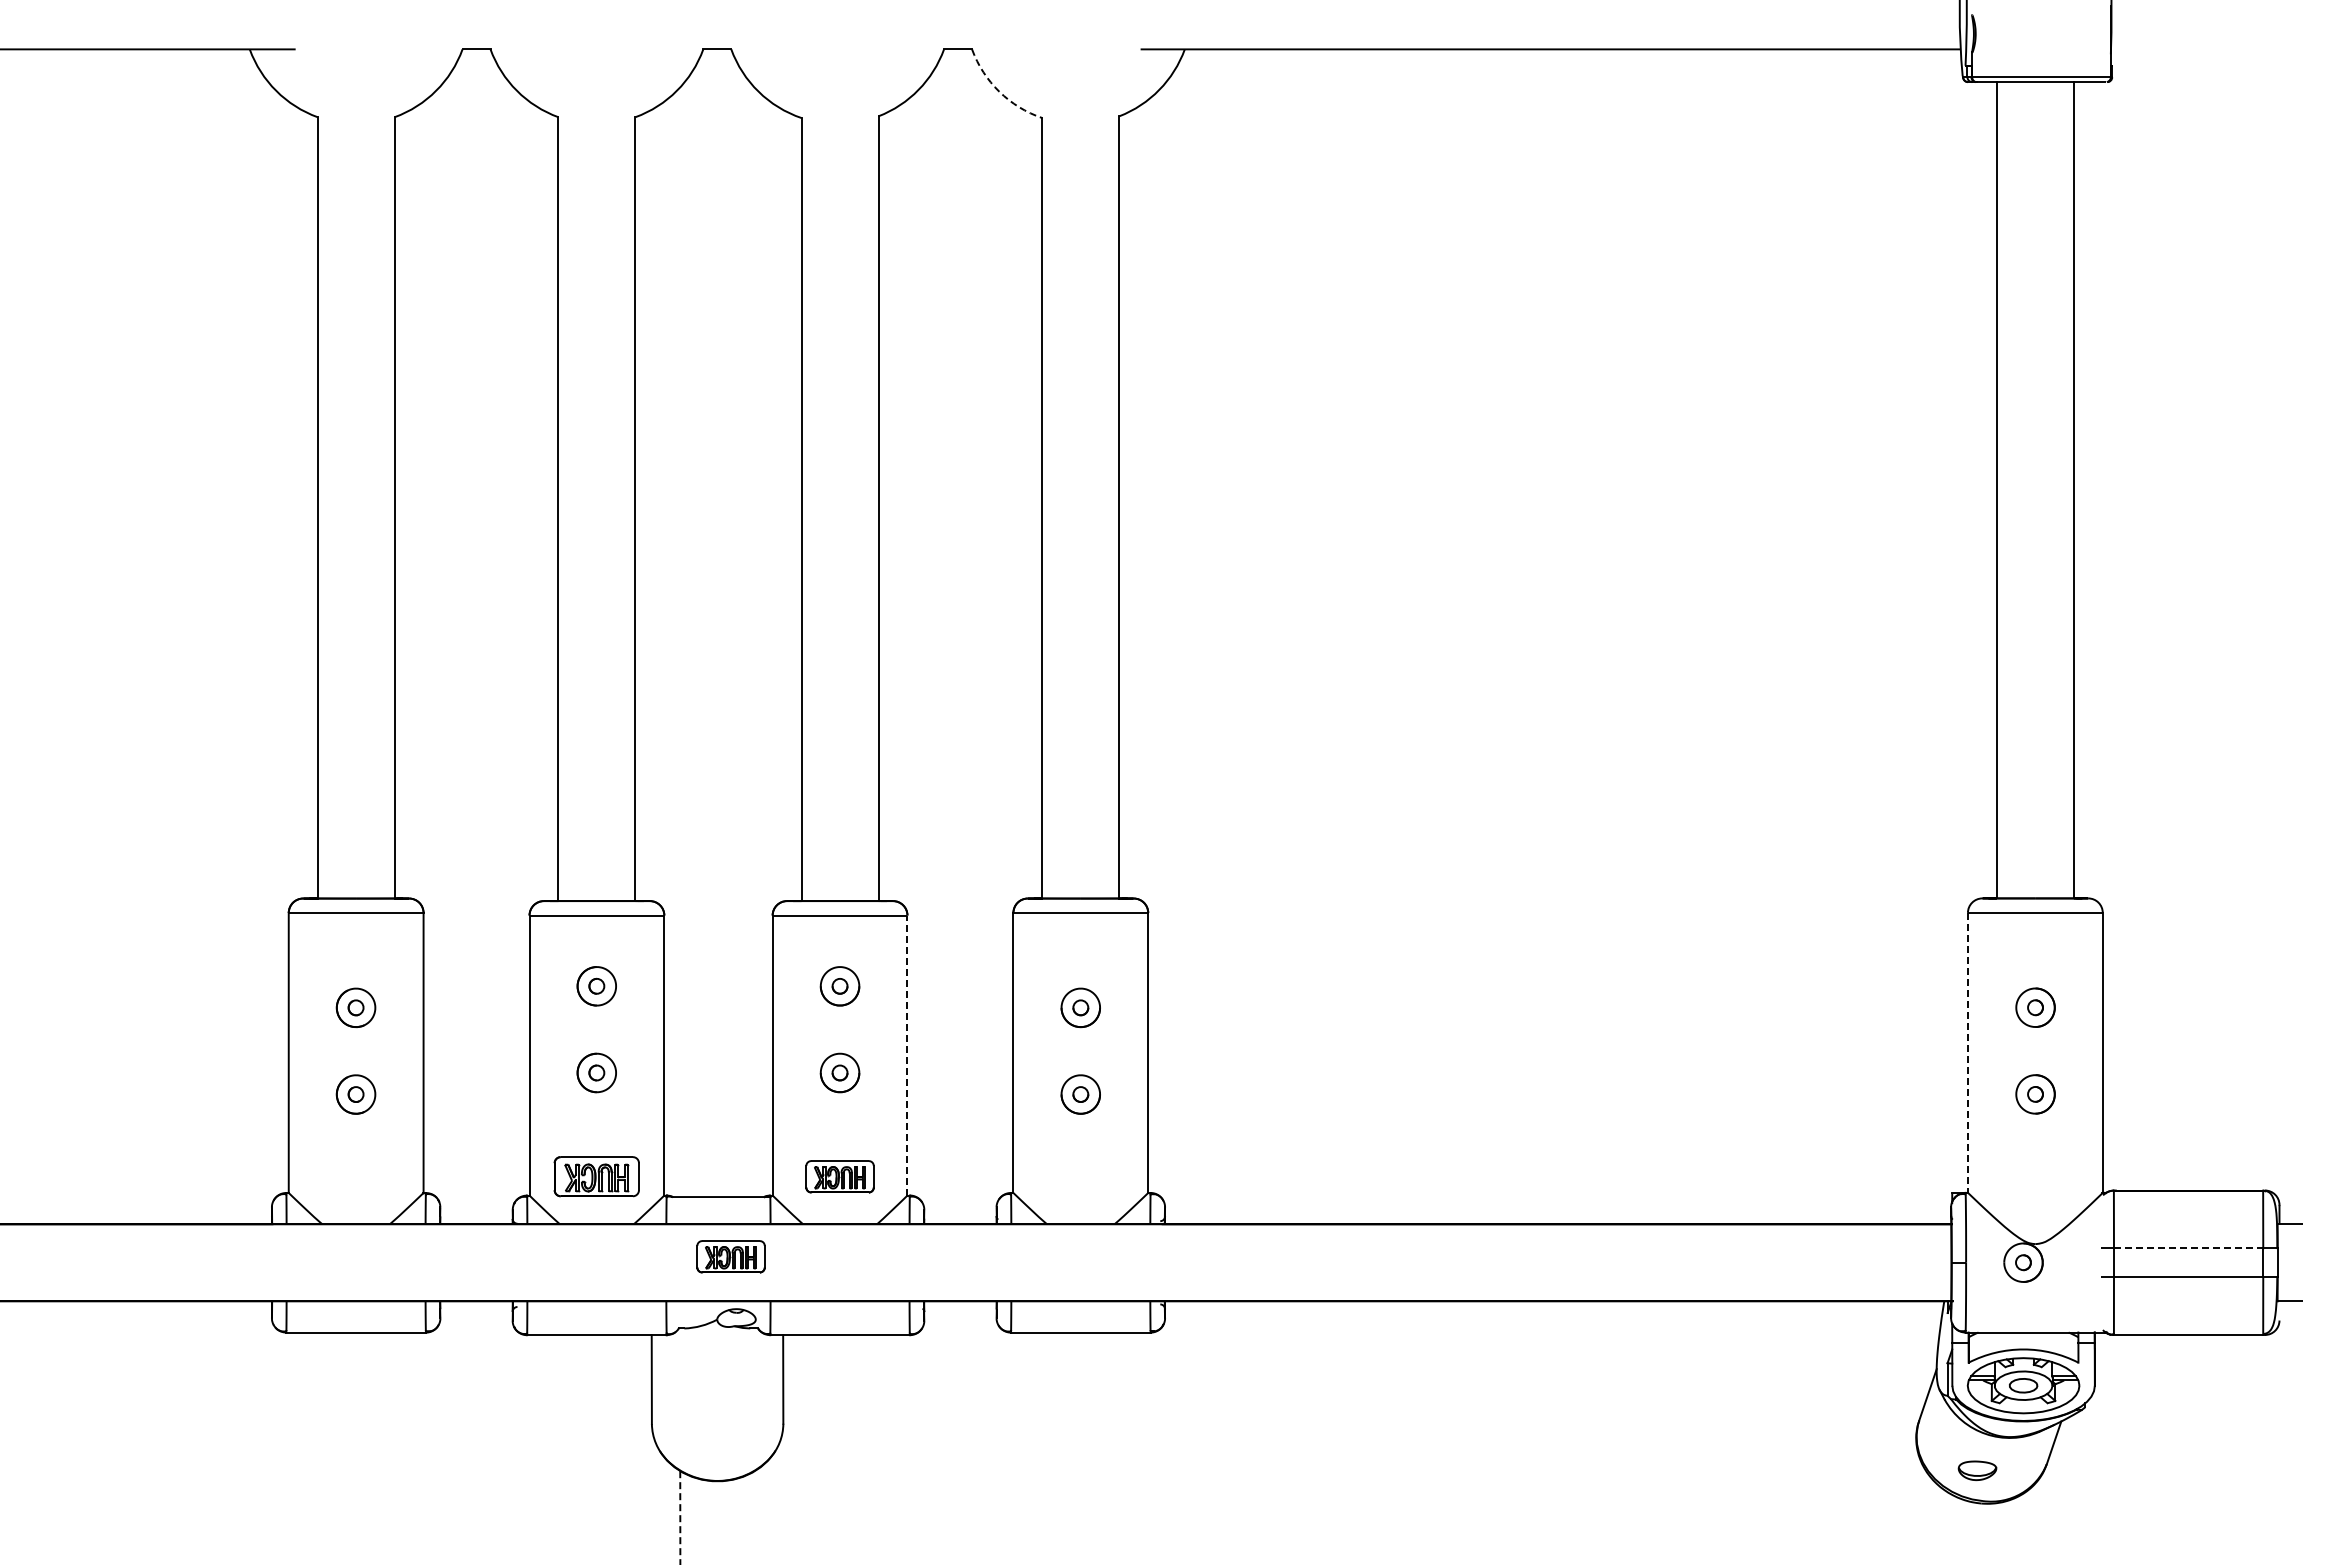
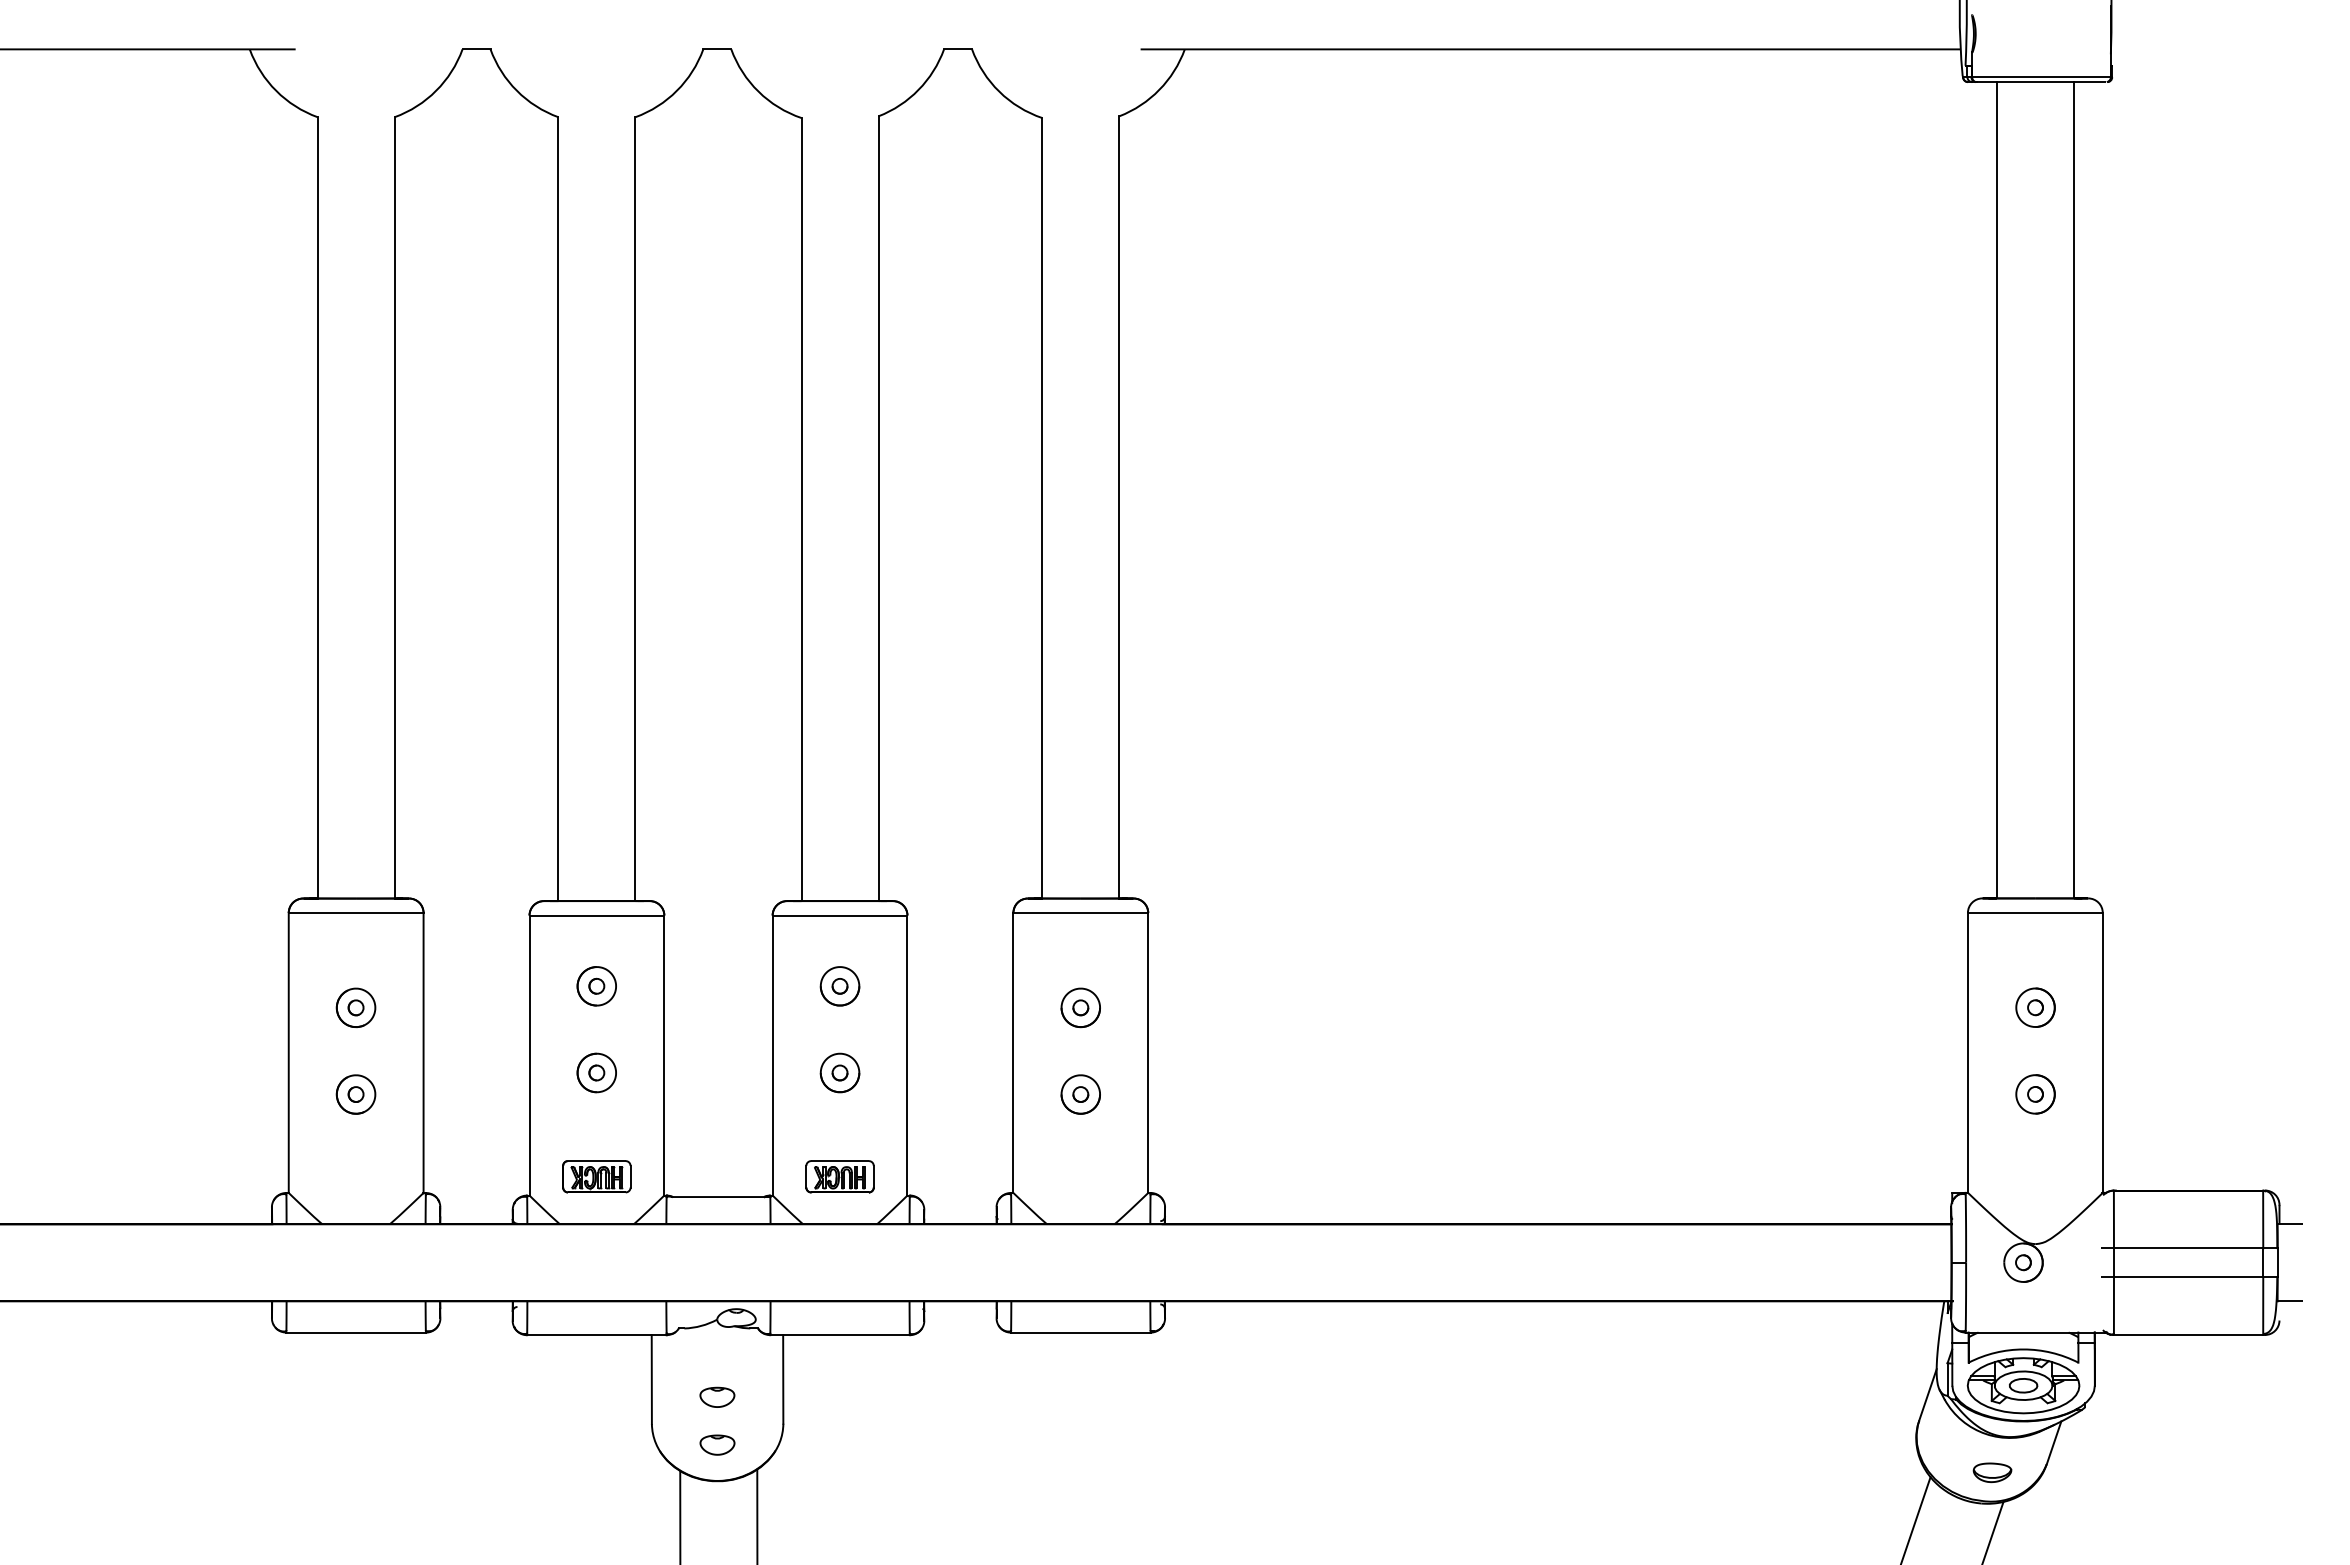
arc at (999, 91): dashed -> solid
line at (1967, 1052): dashed -> solid
line at (907, 1055): dashed -> solid
part at (596, 1176) size: 87x42 px -> 70x34 px
line at (2188, 1248): dashed -> solid
part at (730, 1256): present -> none
part at (717, 1396): none -> present
part at (717, 1444): none -> present
part at (1977, 1470) position: (1977, 1470) -> (1992, 1472)
line at (757, 1515): none -> present
line at (680, 1518): dashed -> solid
line at (1915, 1519): none -> present
line at (1993, 1531): none -> present
